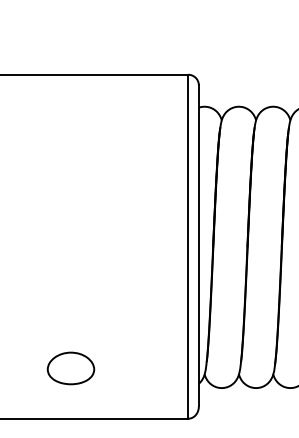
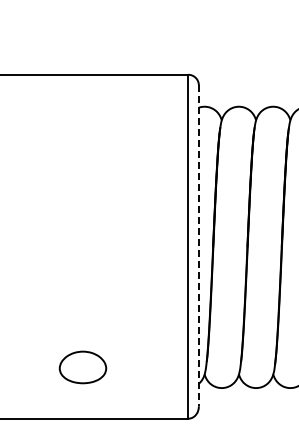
line at (198, 246): solid -> dashed
part at (70, 368) position: (70, 368) -> (82, 367)
